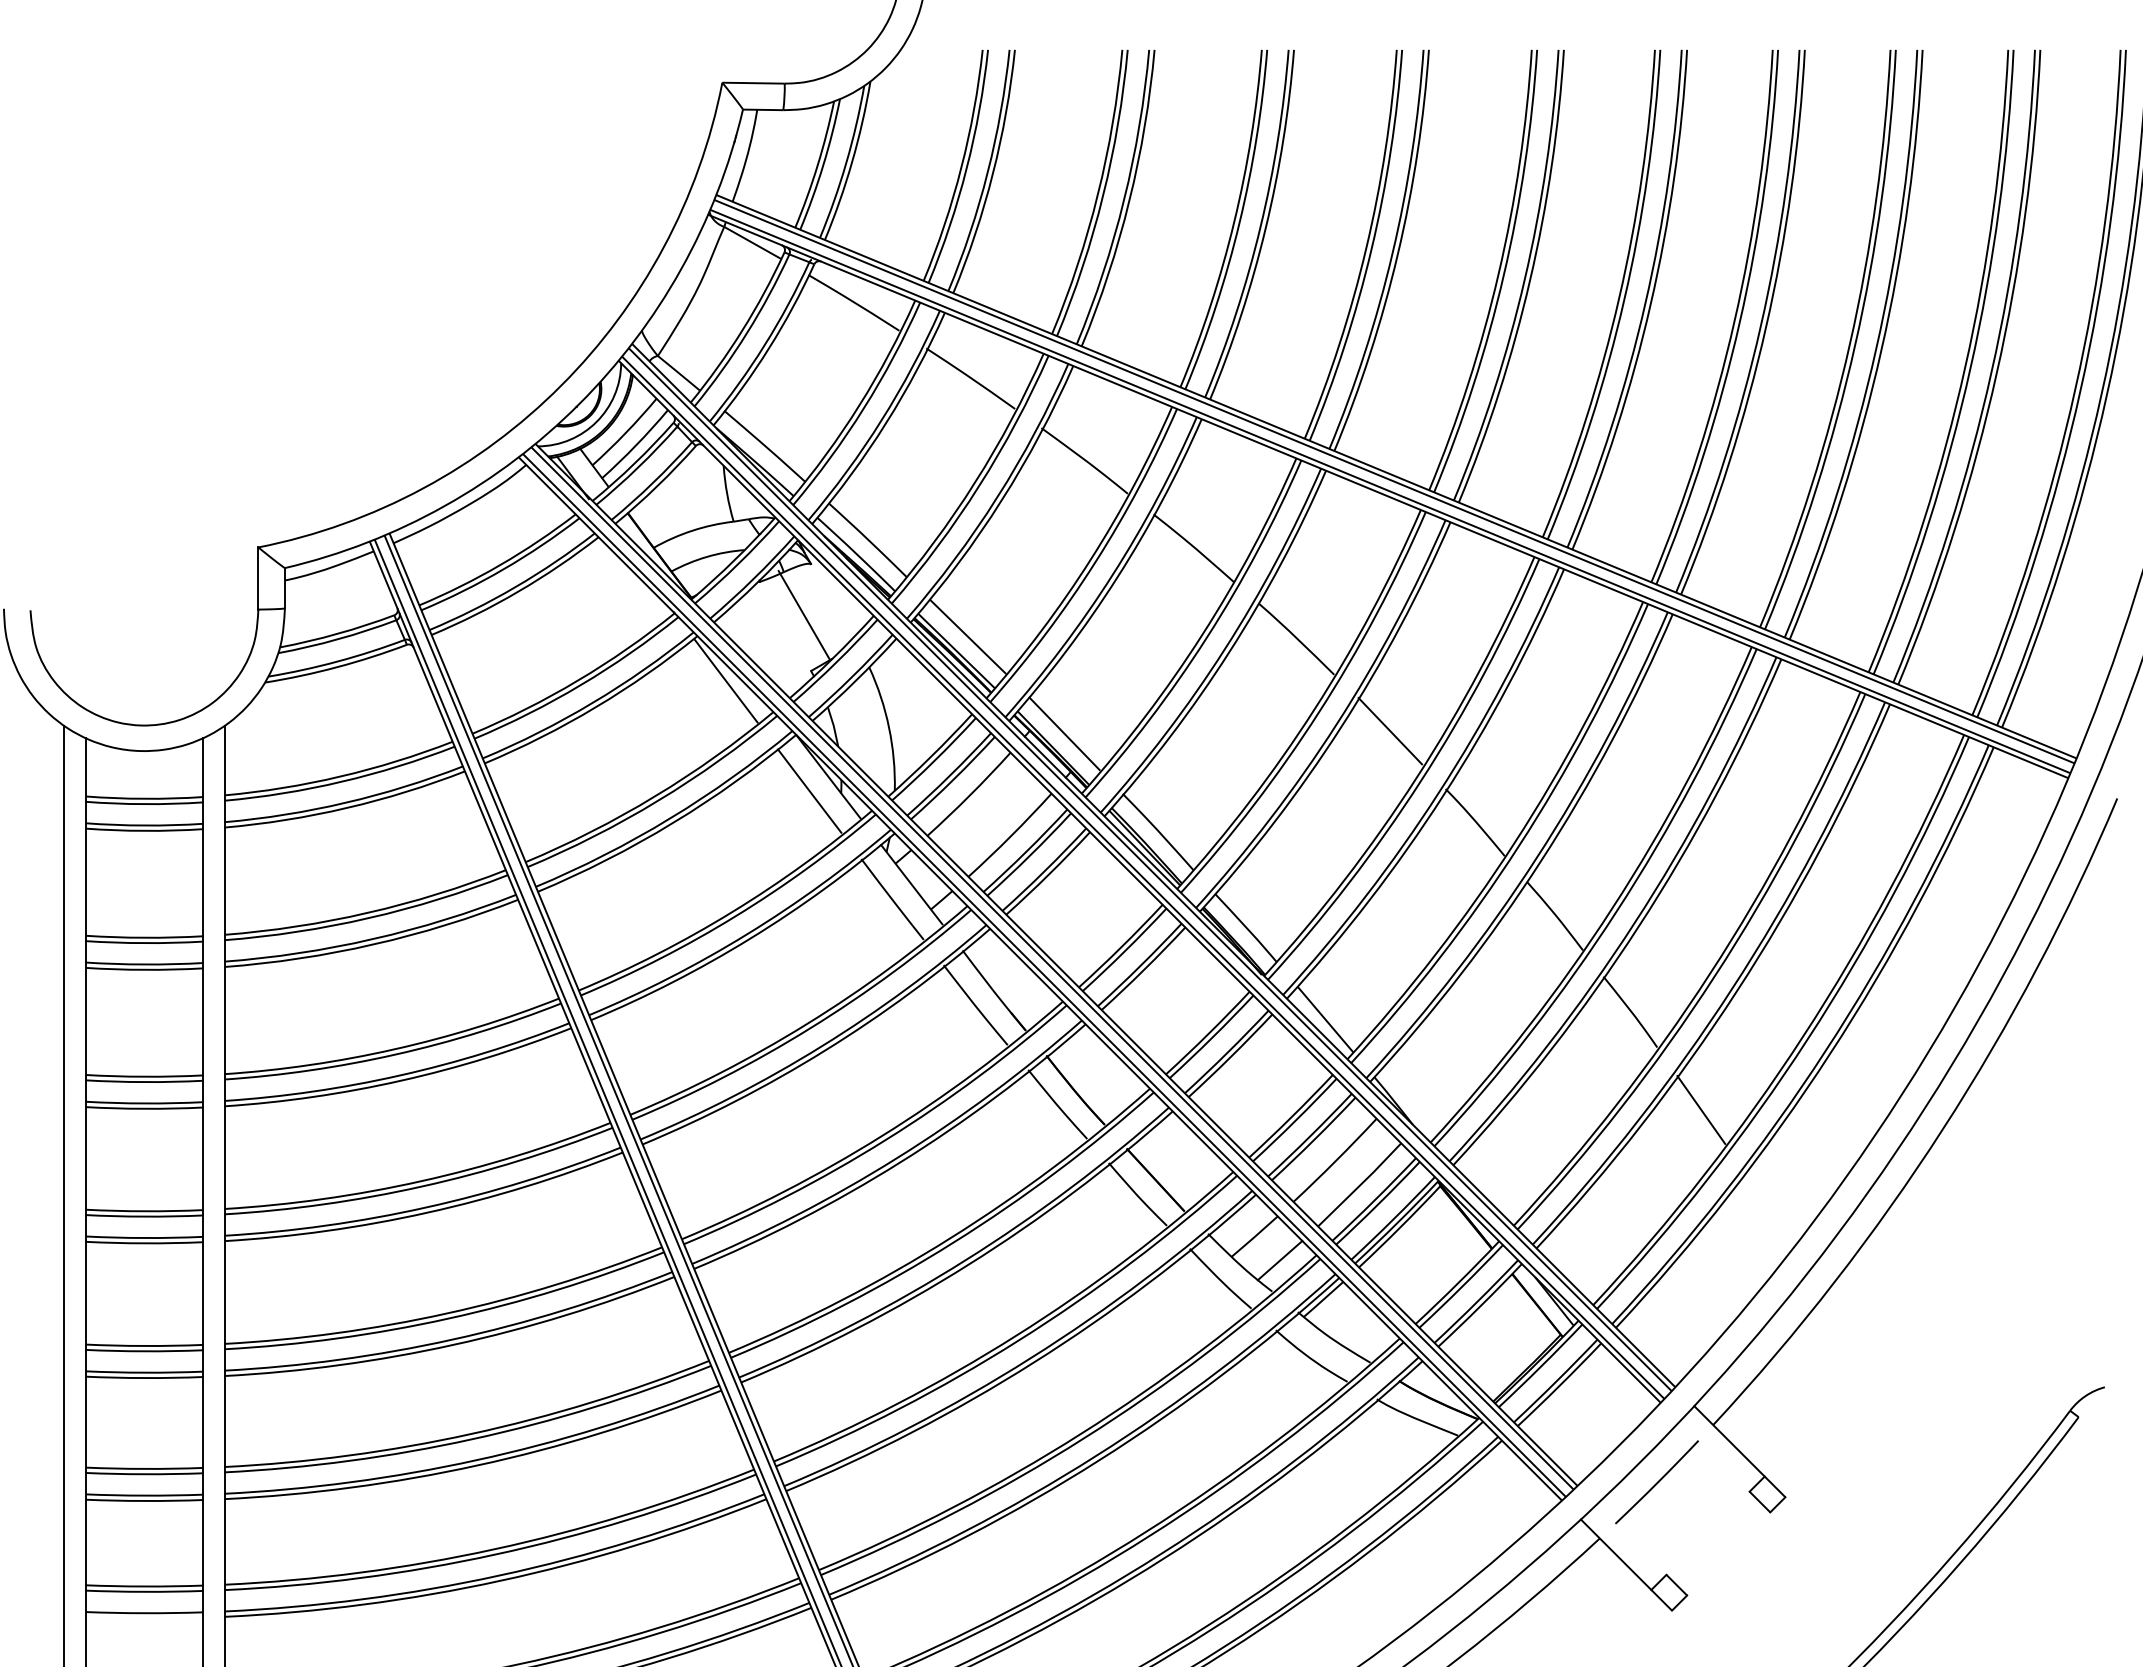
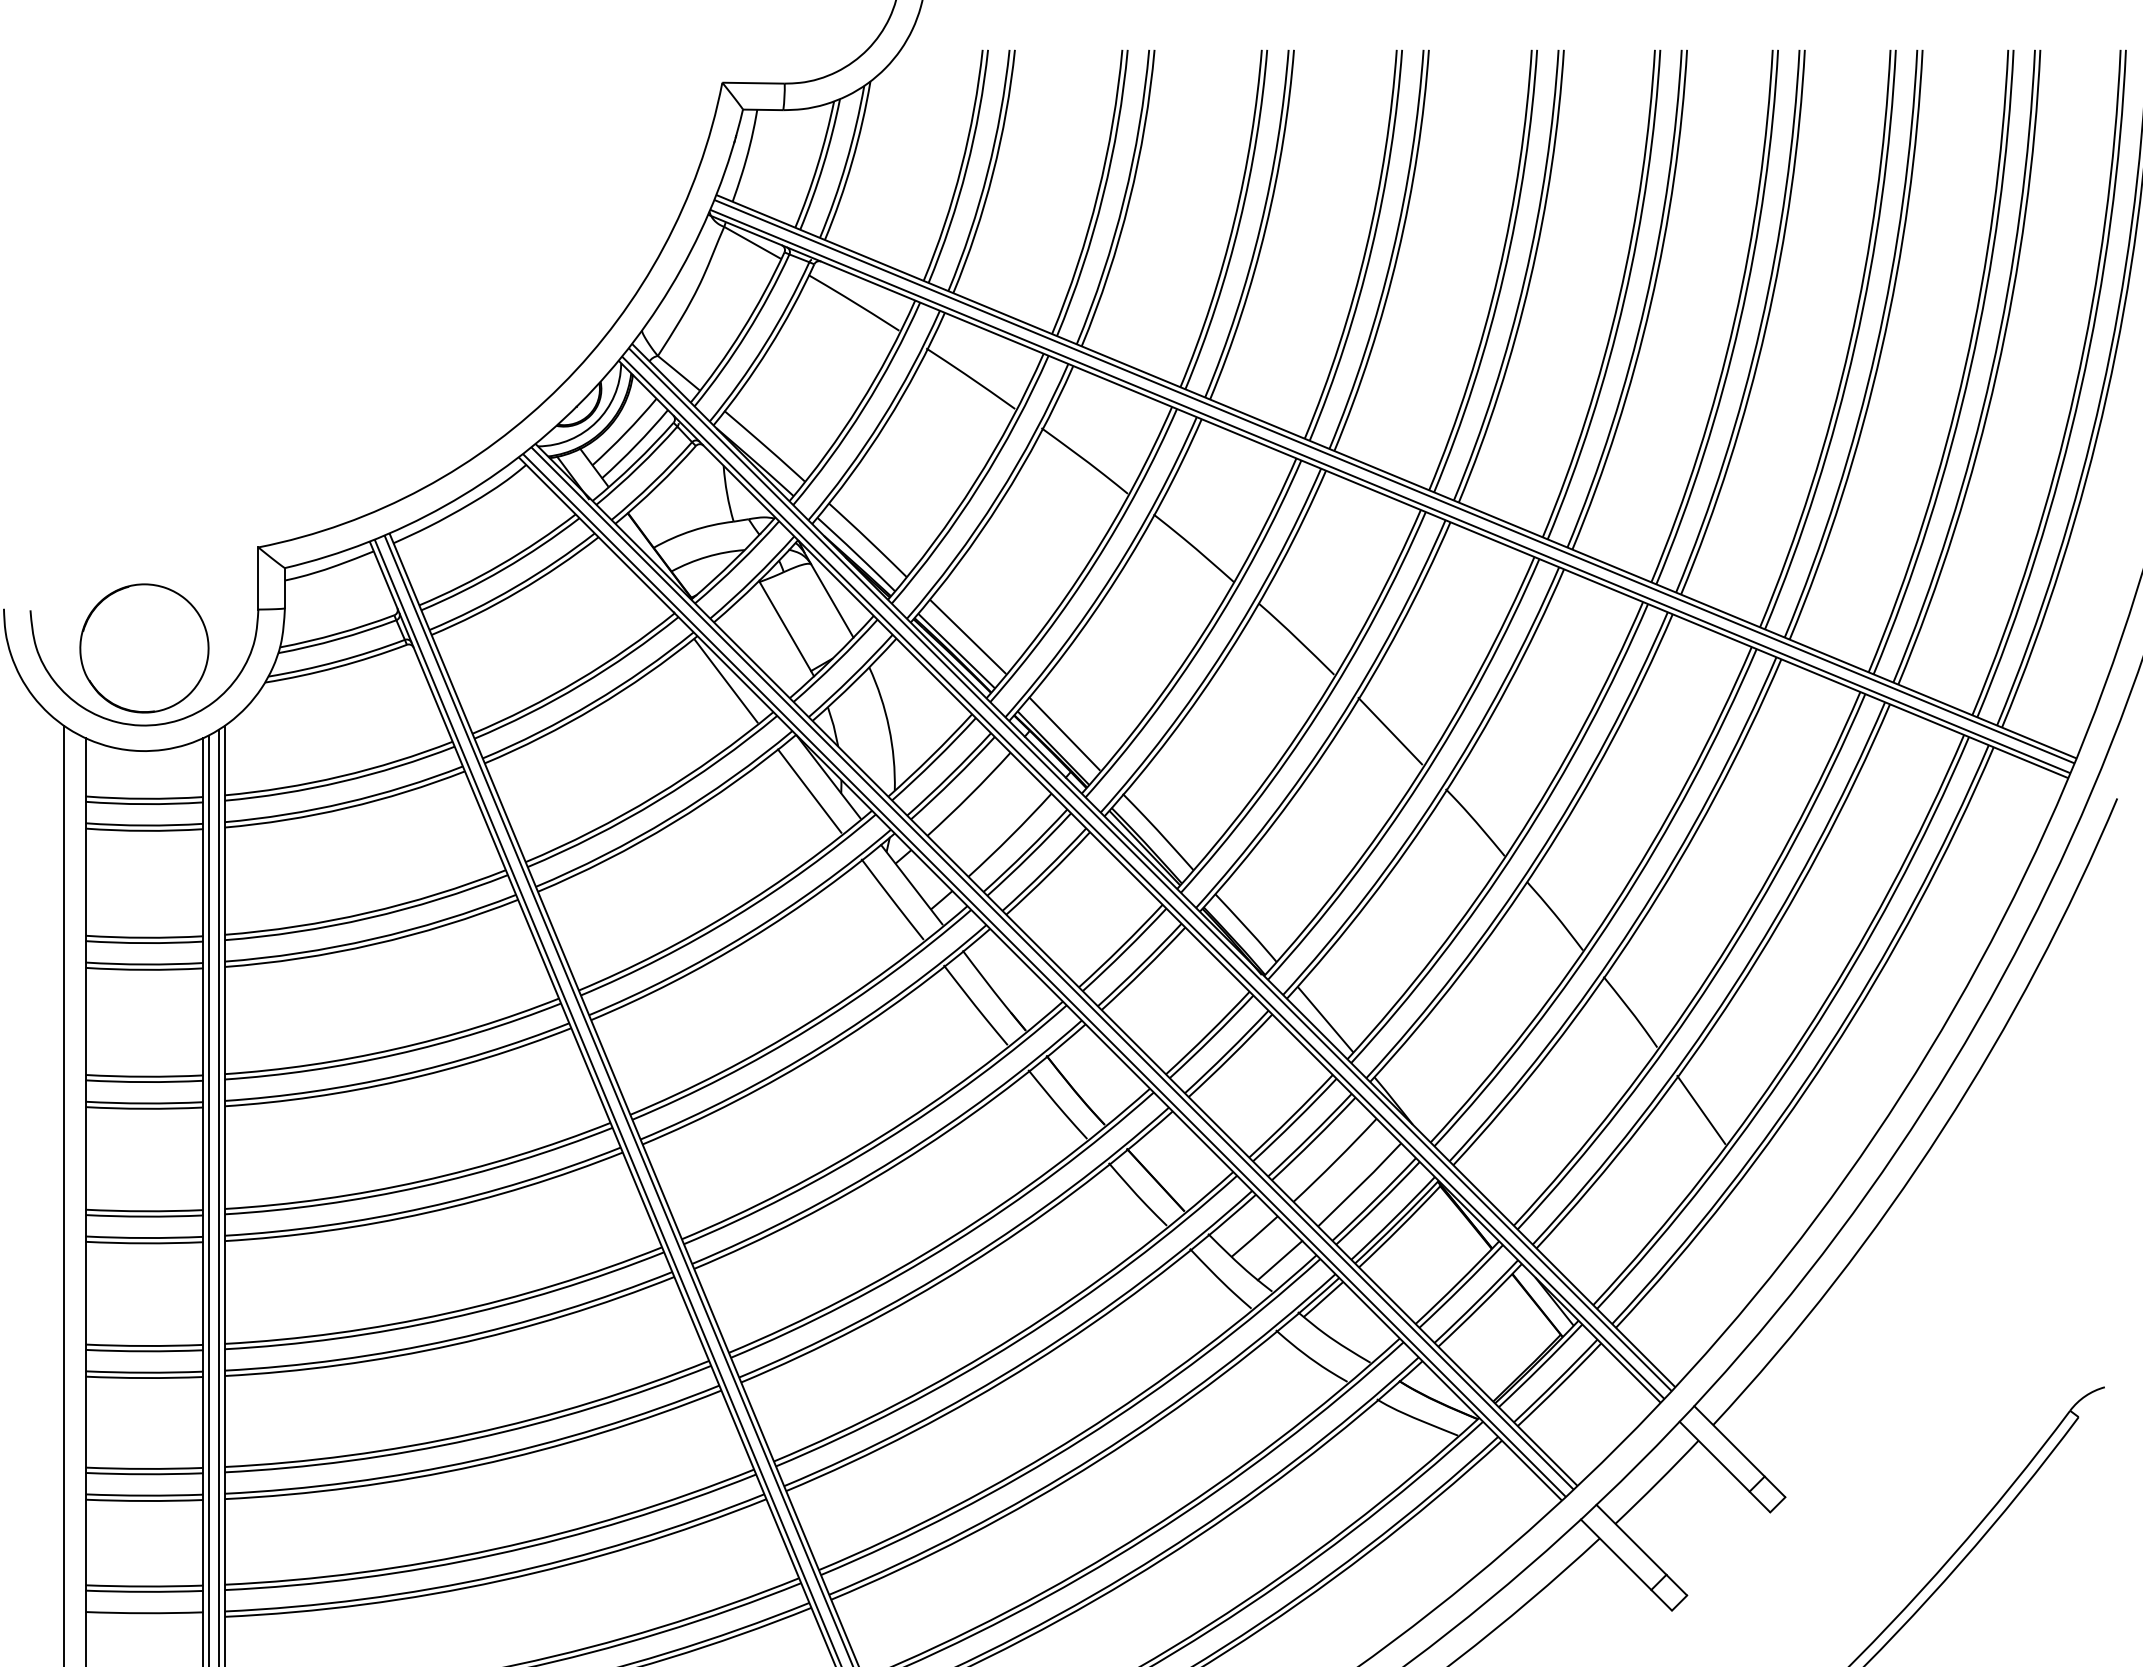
line at (832, 600): none -> present
line at (804, 615) position: (804, 615) -> (785, 626)
part at (144, 648): none -> present
line at (219, 1196): none -> present
line at (208, 1199): none -> present
line at (1714, 1456): none -> present
line at (1631, 1539): none -> present
